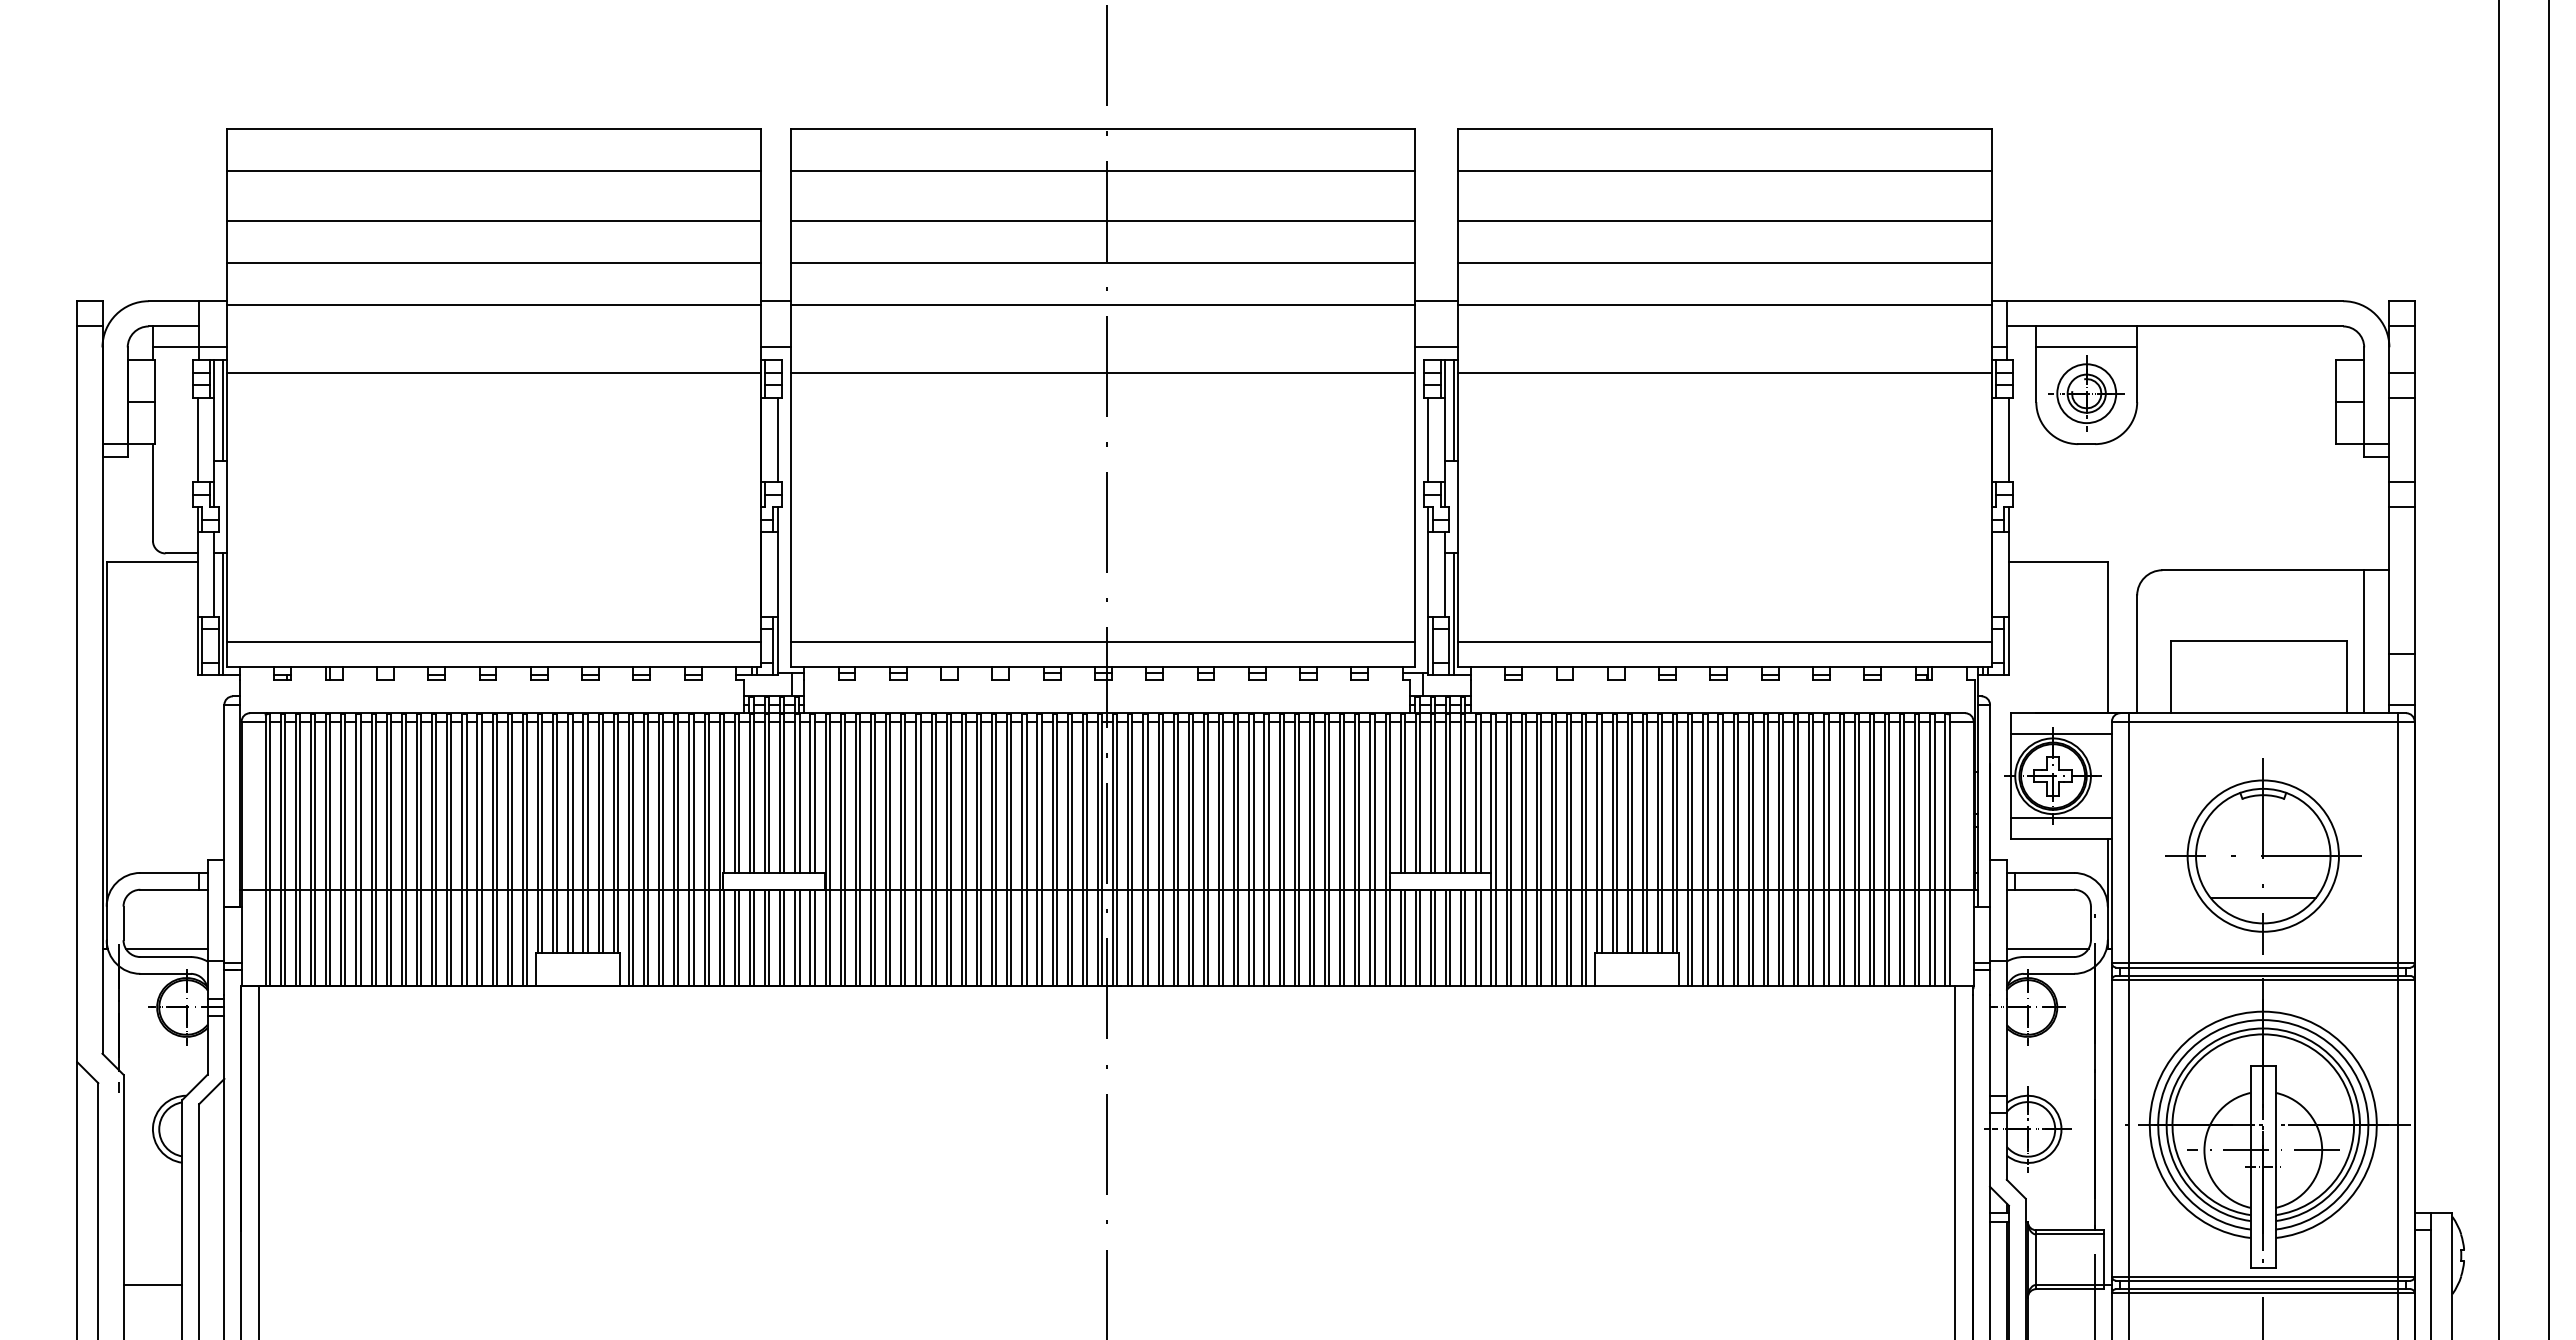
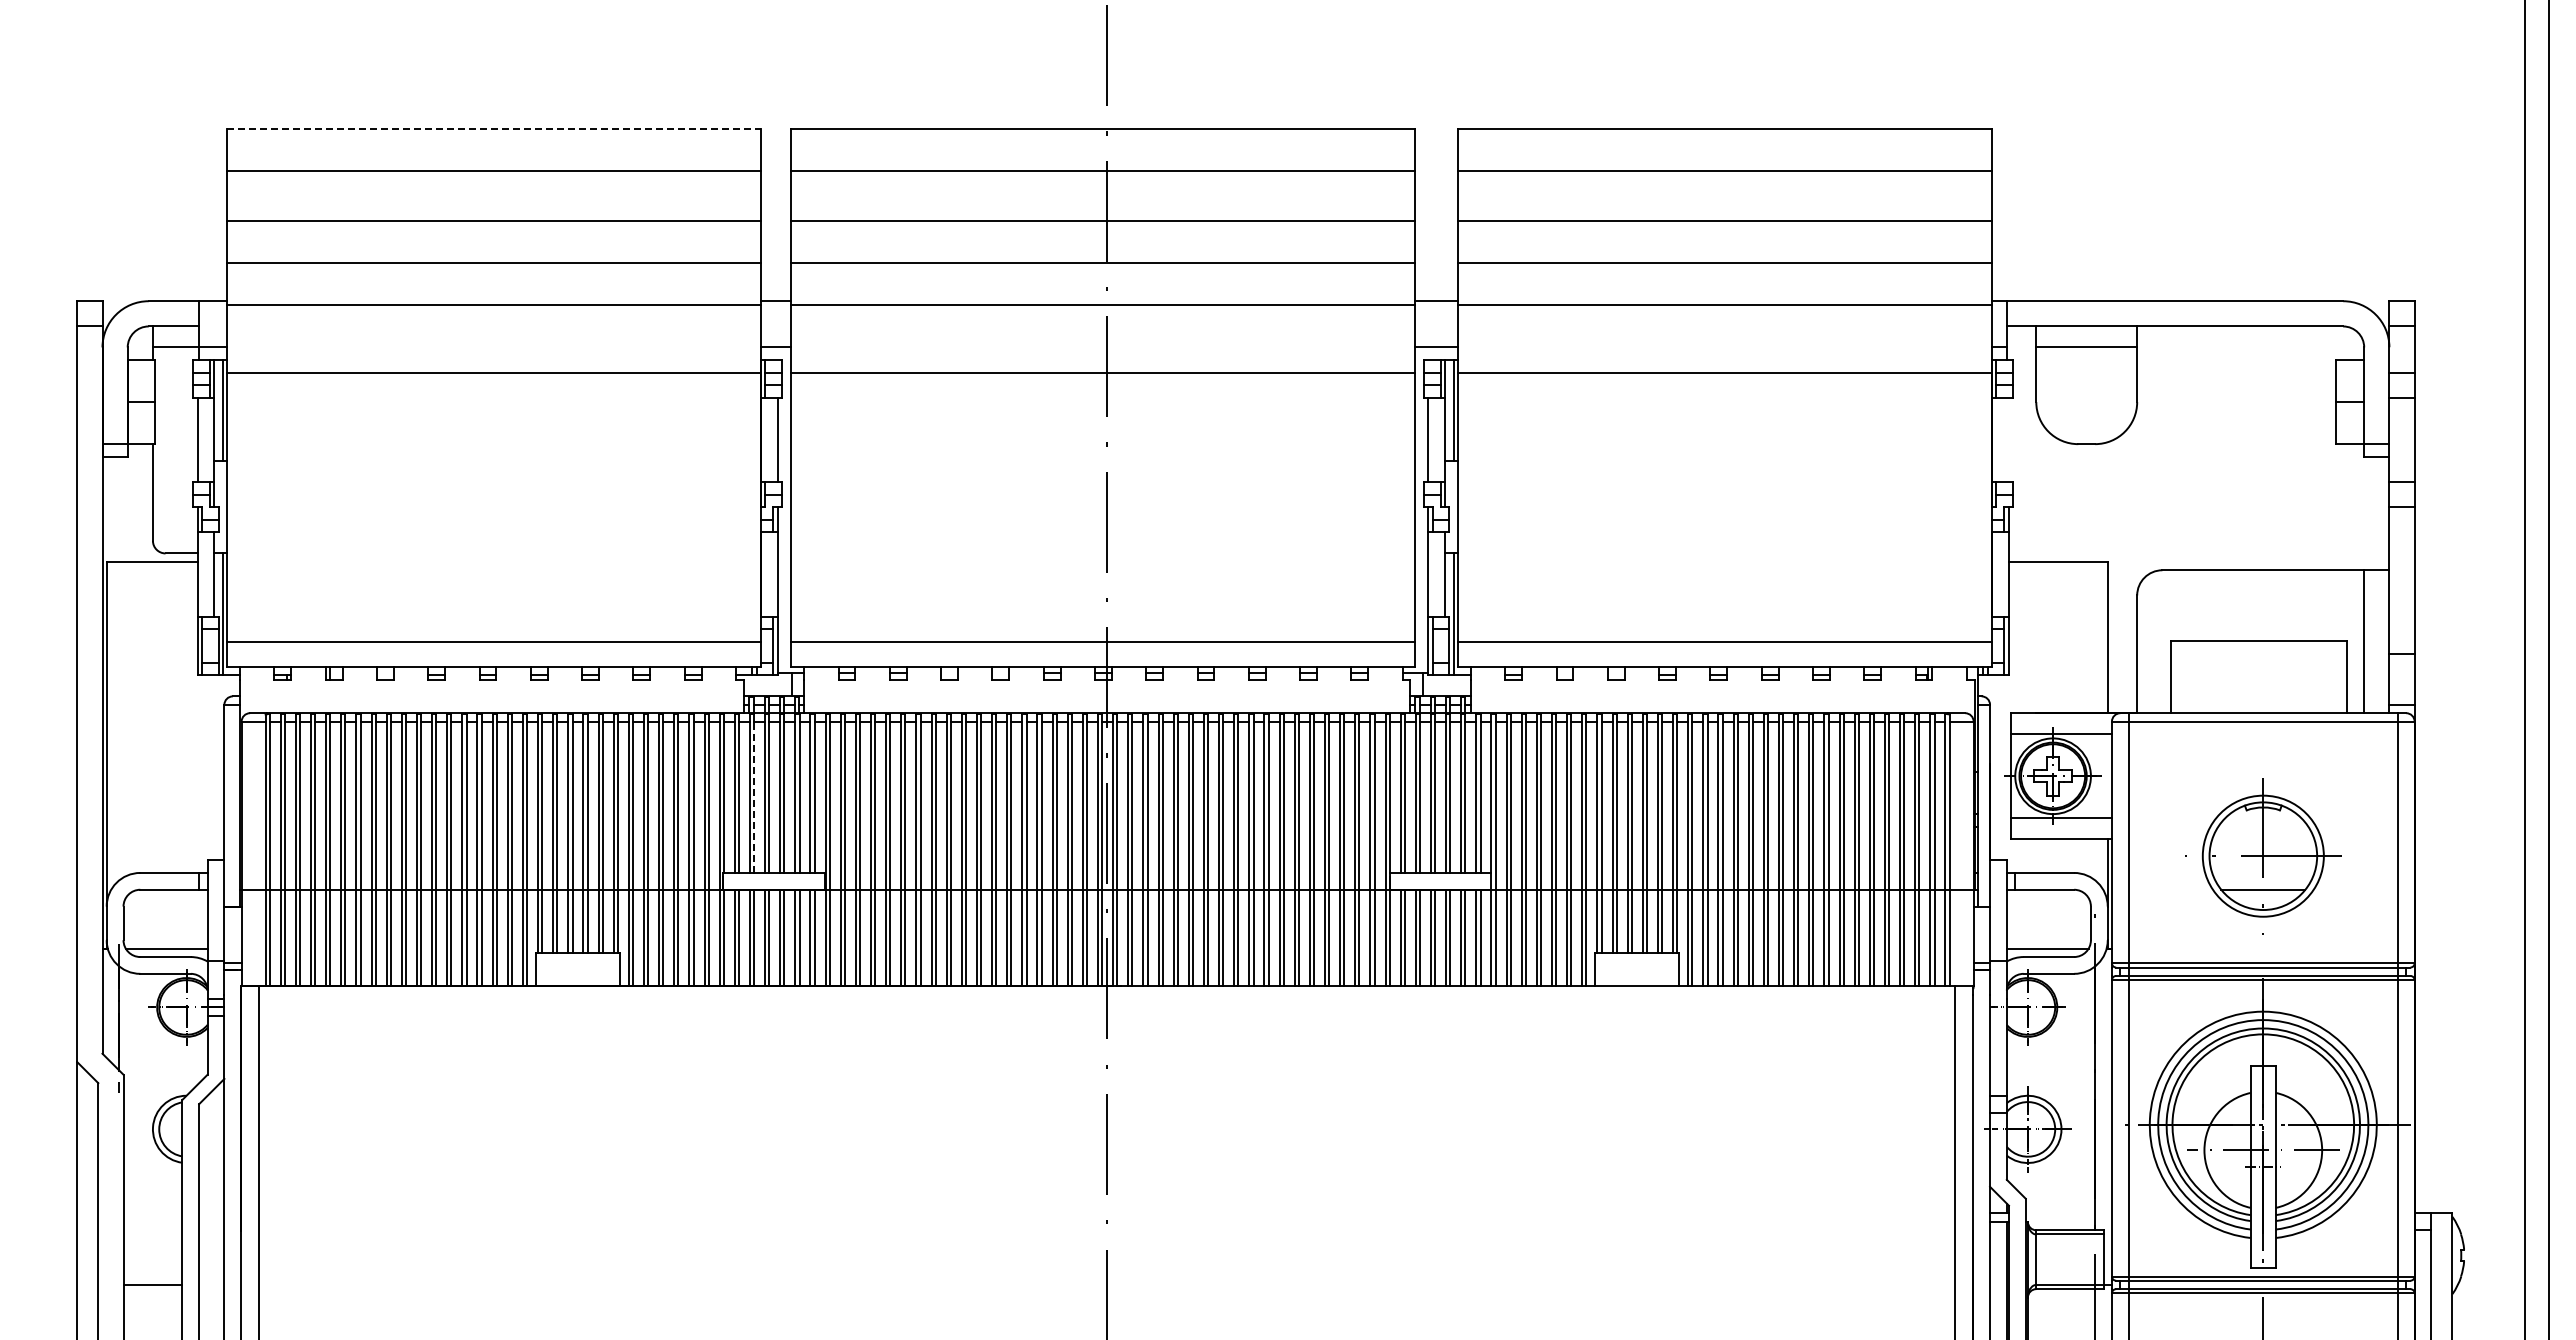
line at (493, 128): solid -> dashed
part at (2086, 393): present -> none
line at (2008, 439): present -> none
line at (2498, 669) position: (2498, 669) -> (2524, 669)
line at (754, 797): solid -> dashed
part at (2263, 856) size: 197x197 px -> 157x157 px
